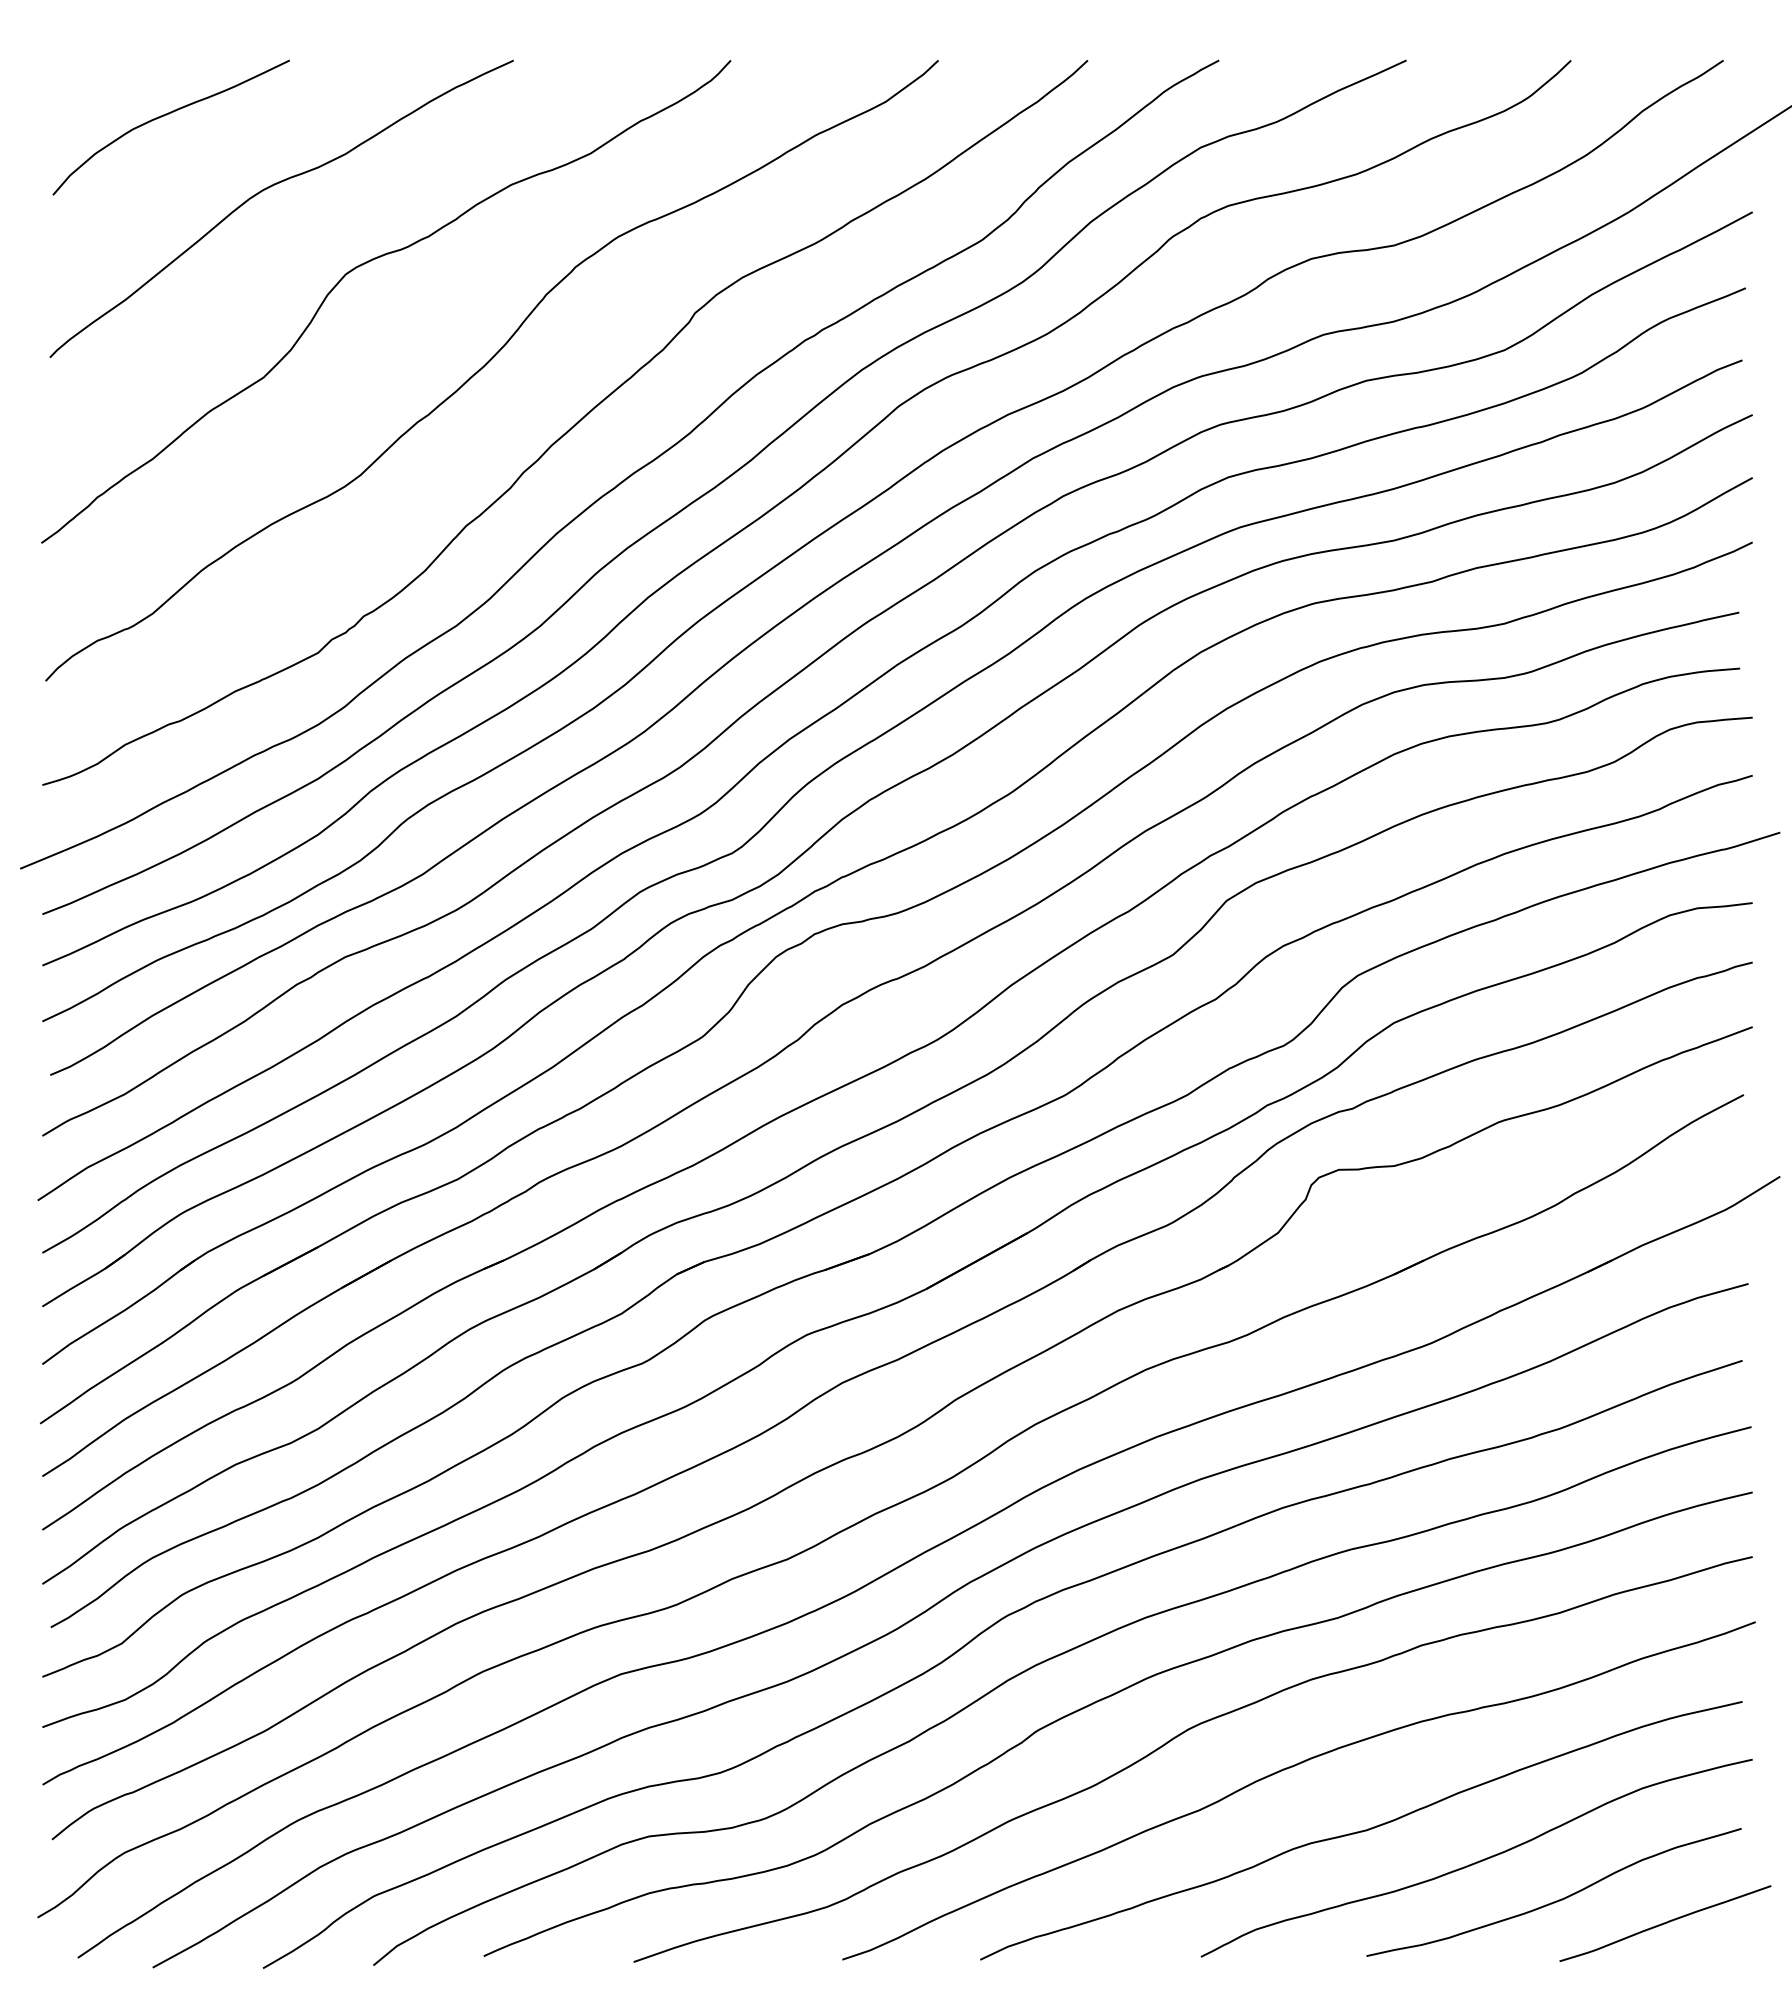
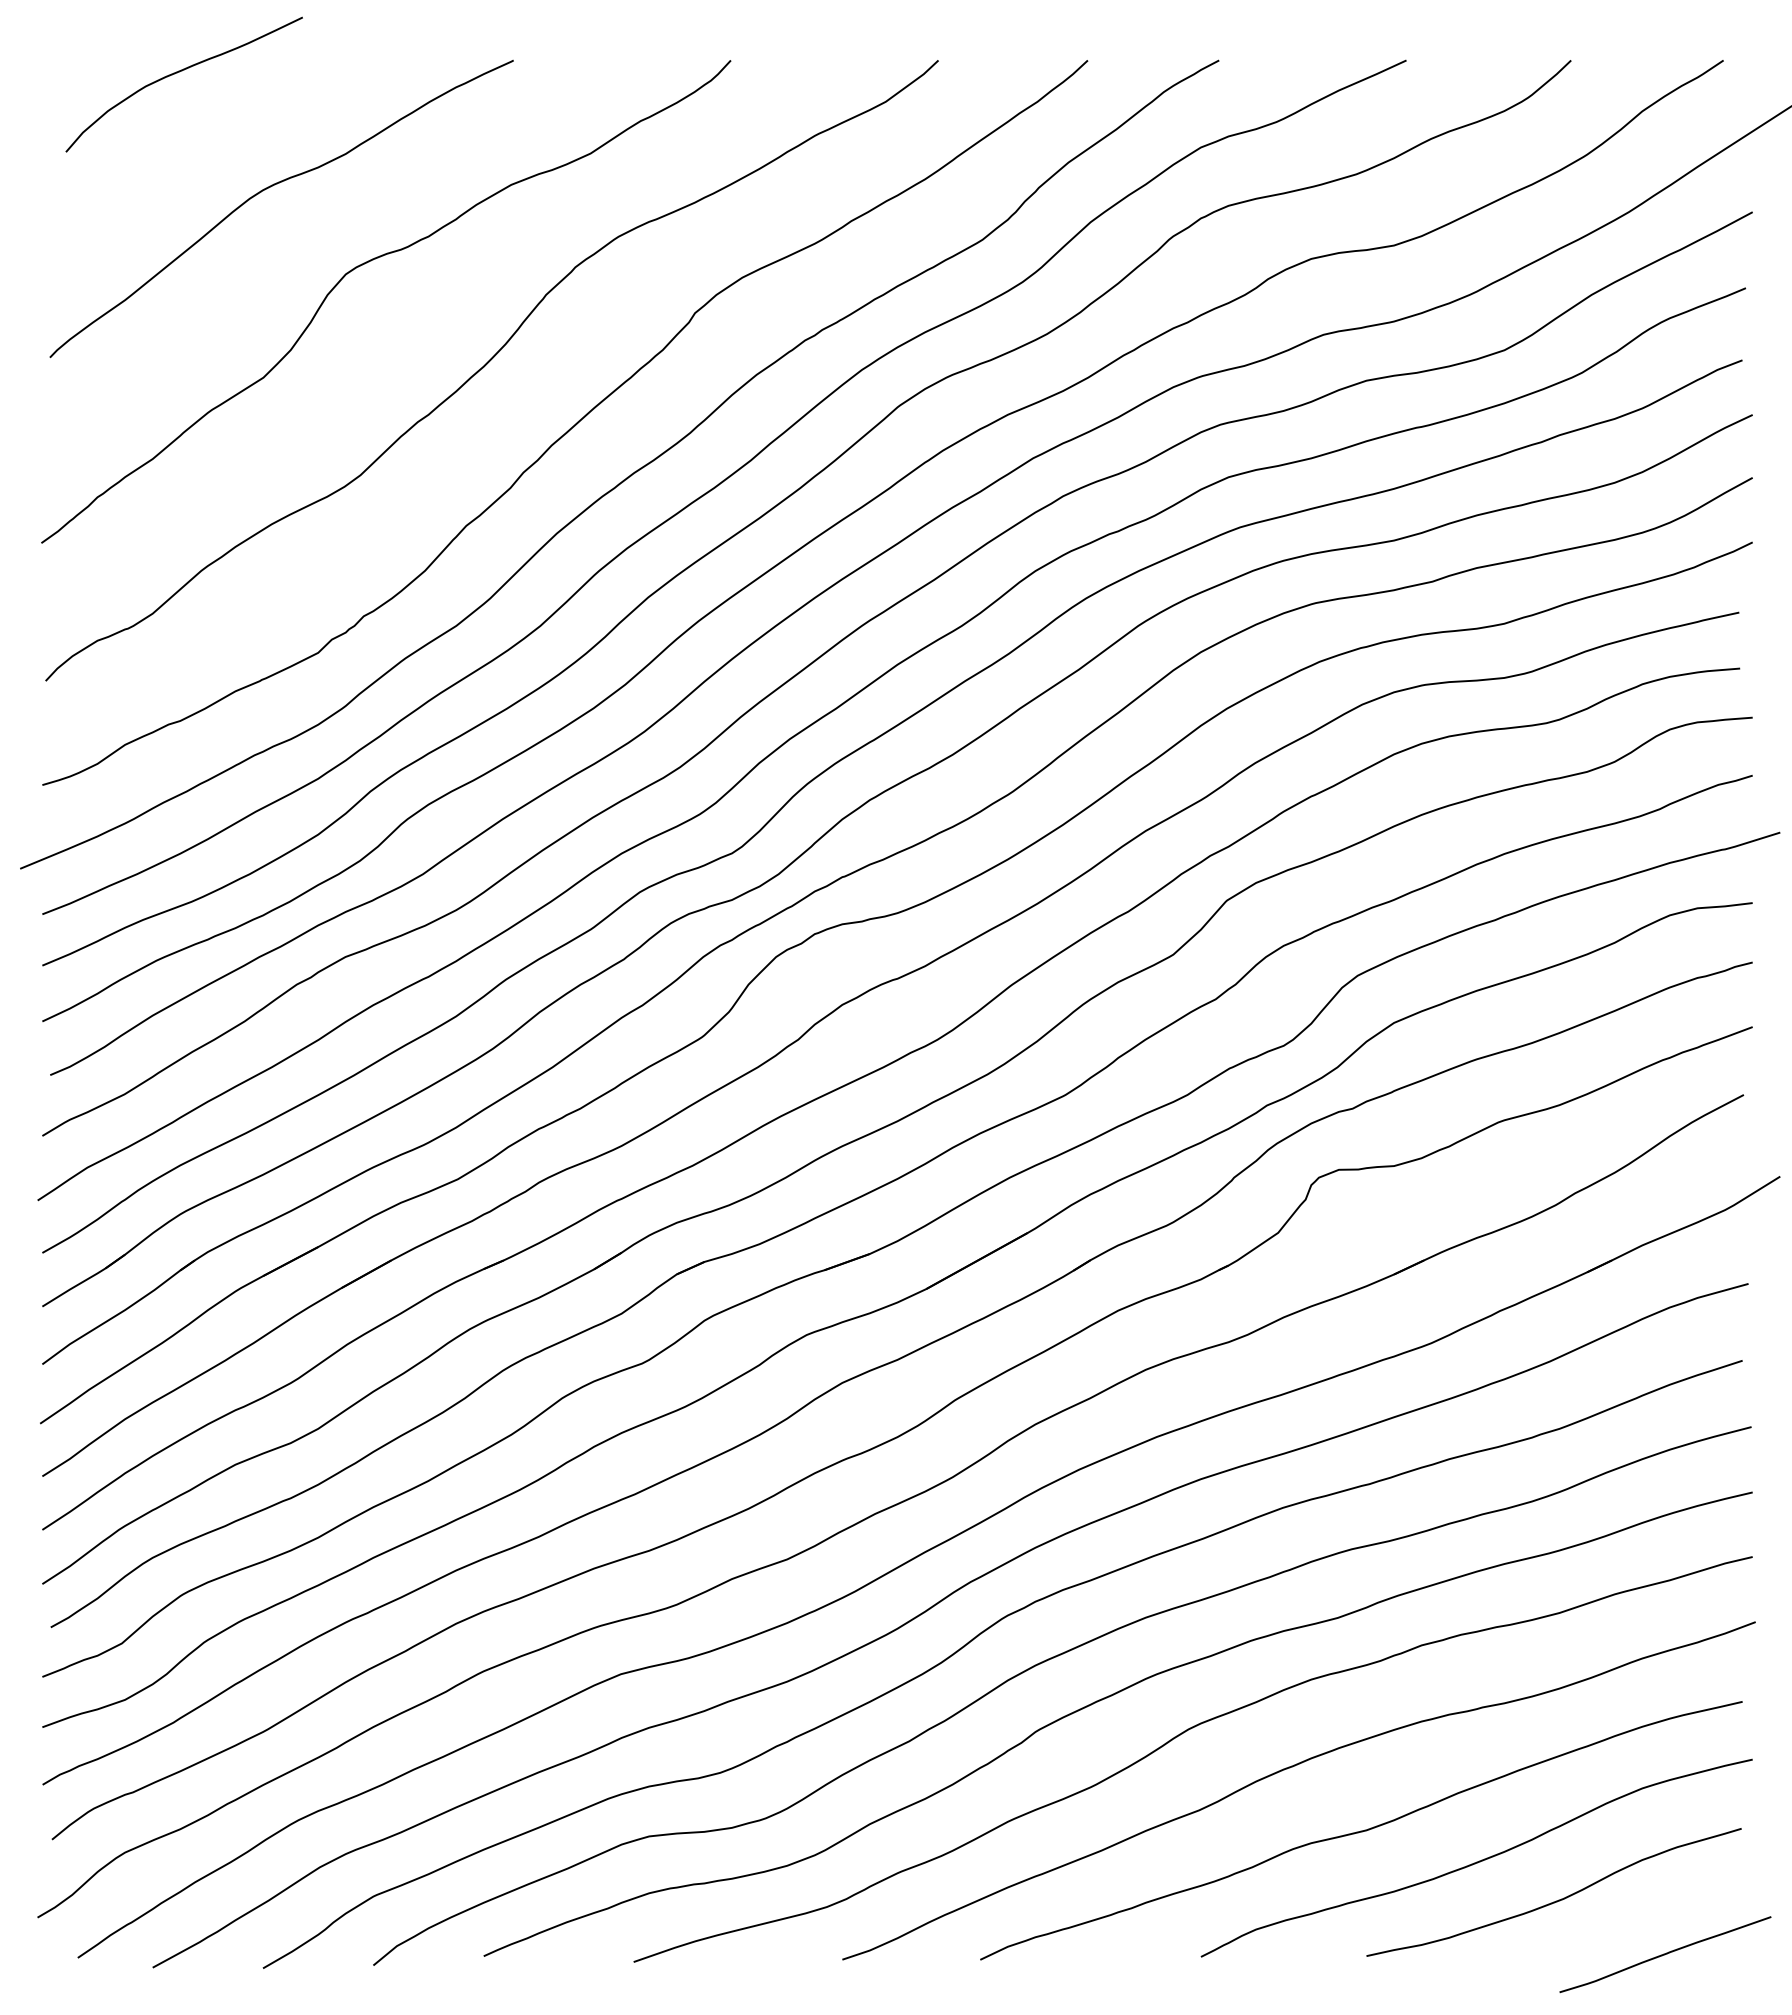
curve at (164, 116) position: (164, 116) -> (177, 73)
curve at (1665, 1923) position: (1665, 1923) -> (1665, 1954)
